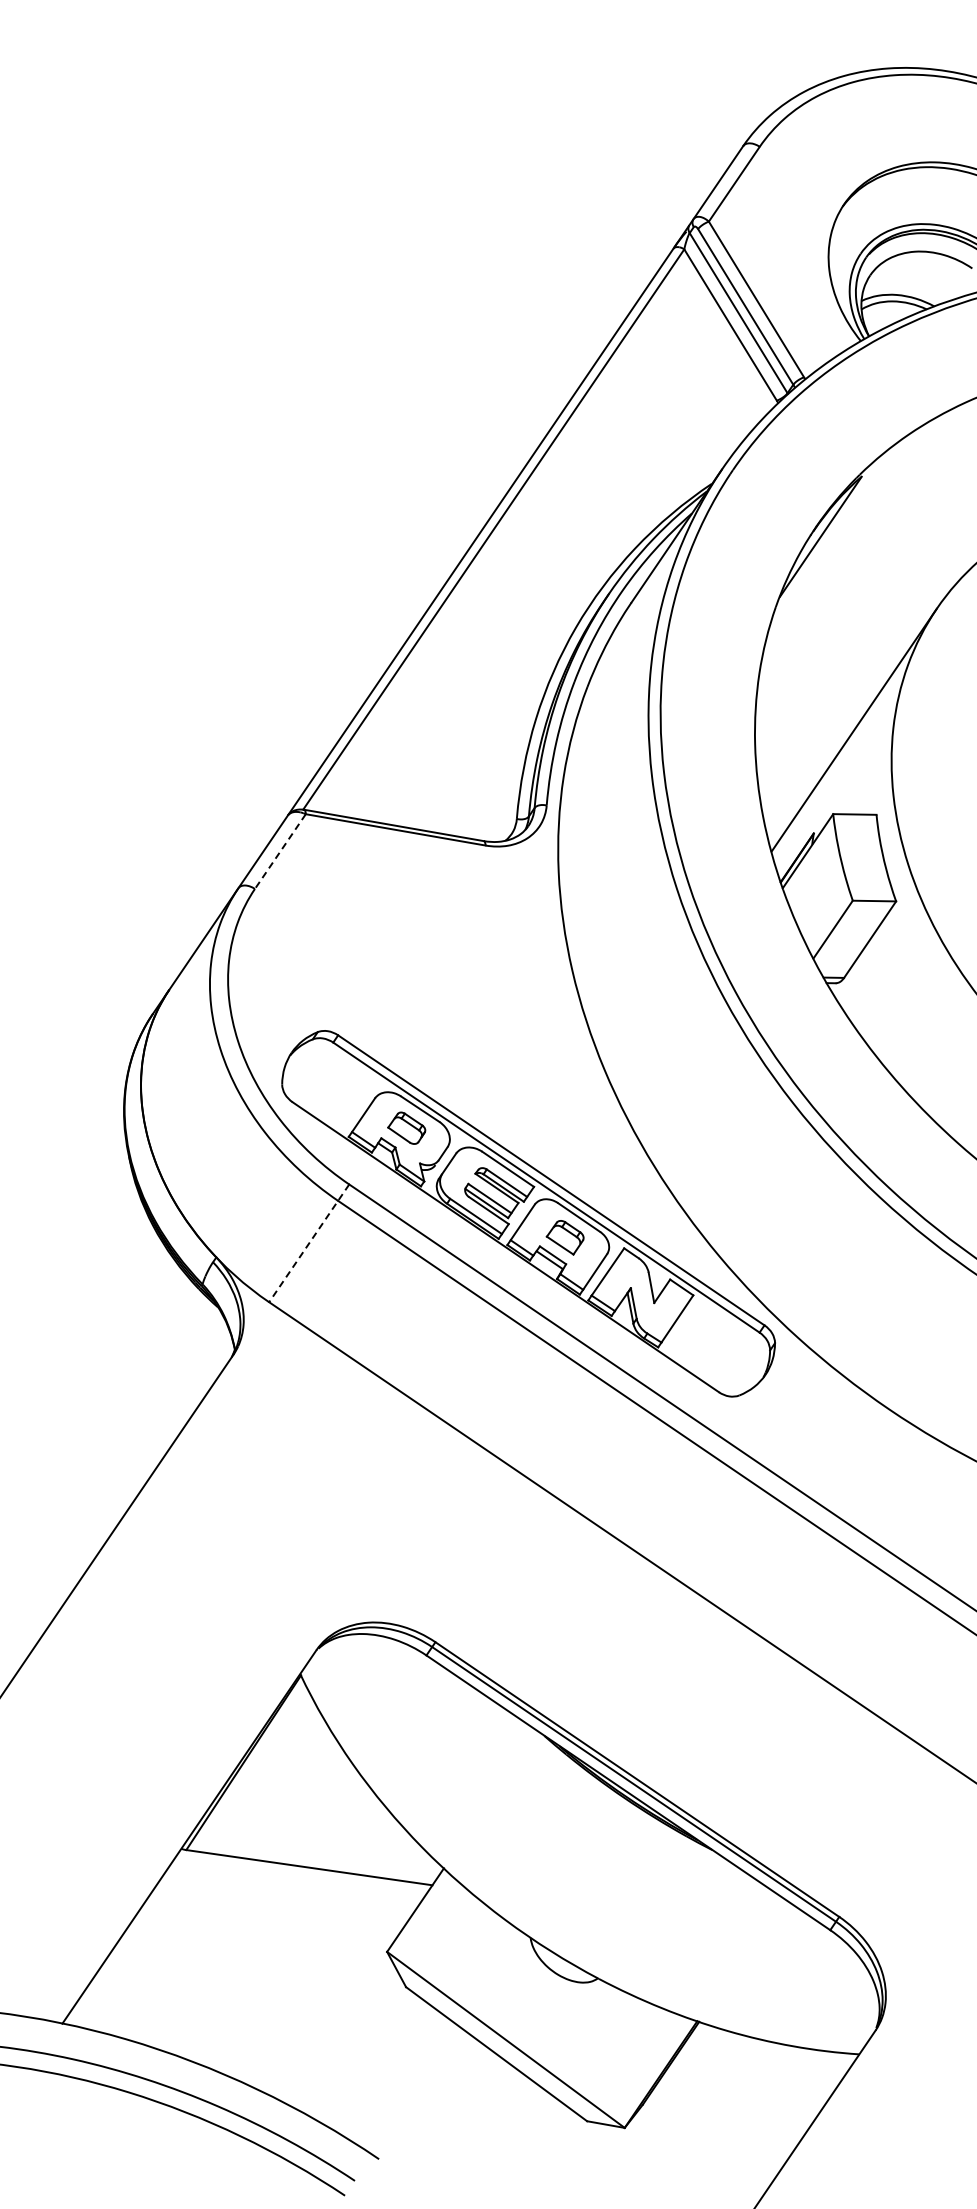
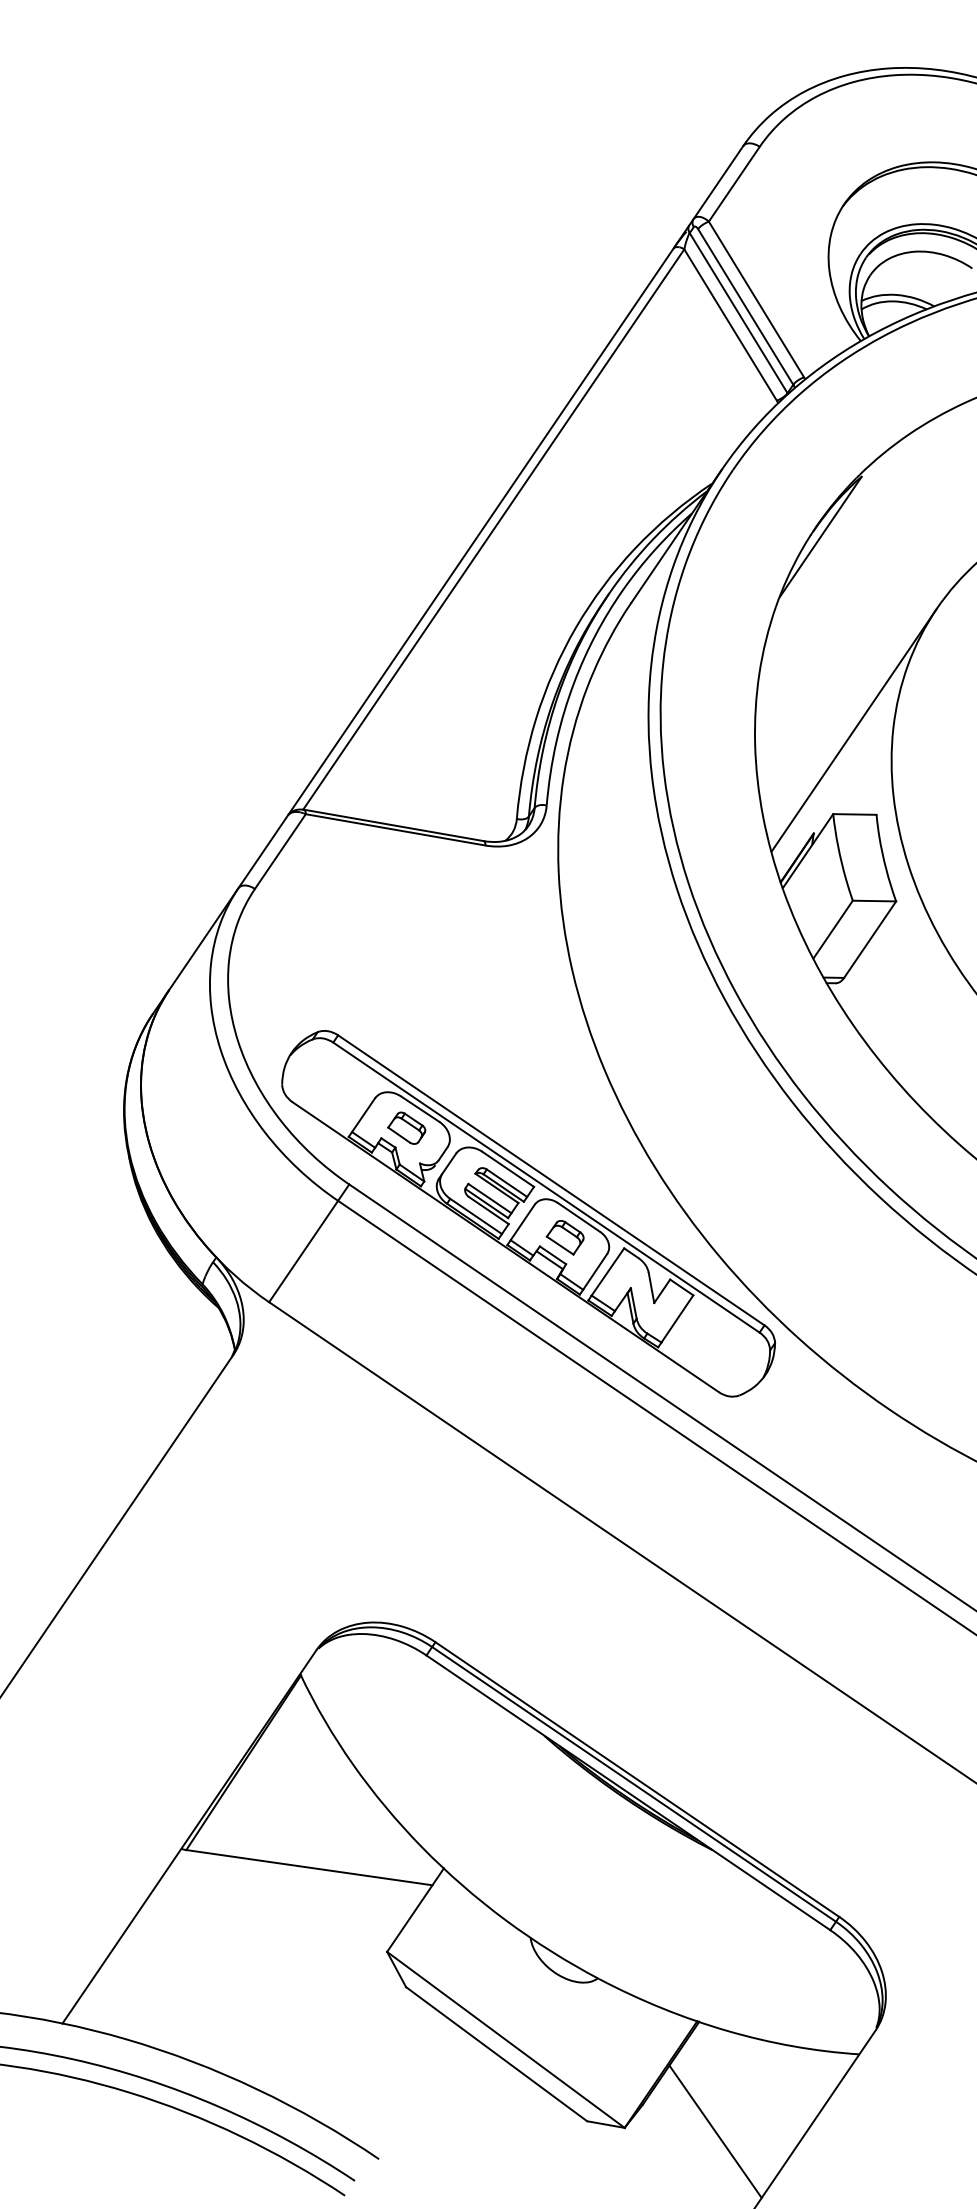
line at (280, 852): dashed -> solid
line at (308, 1243): dashed -> solid
line at (715, 2131): none -> present
